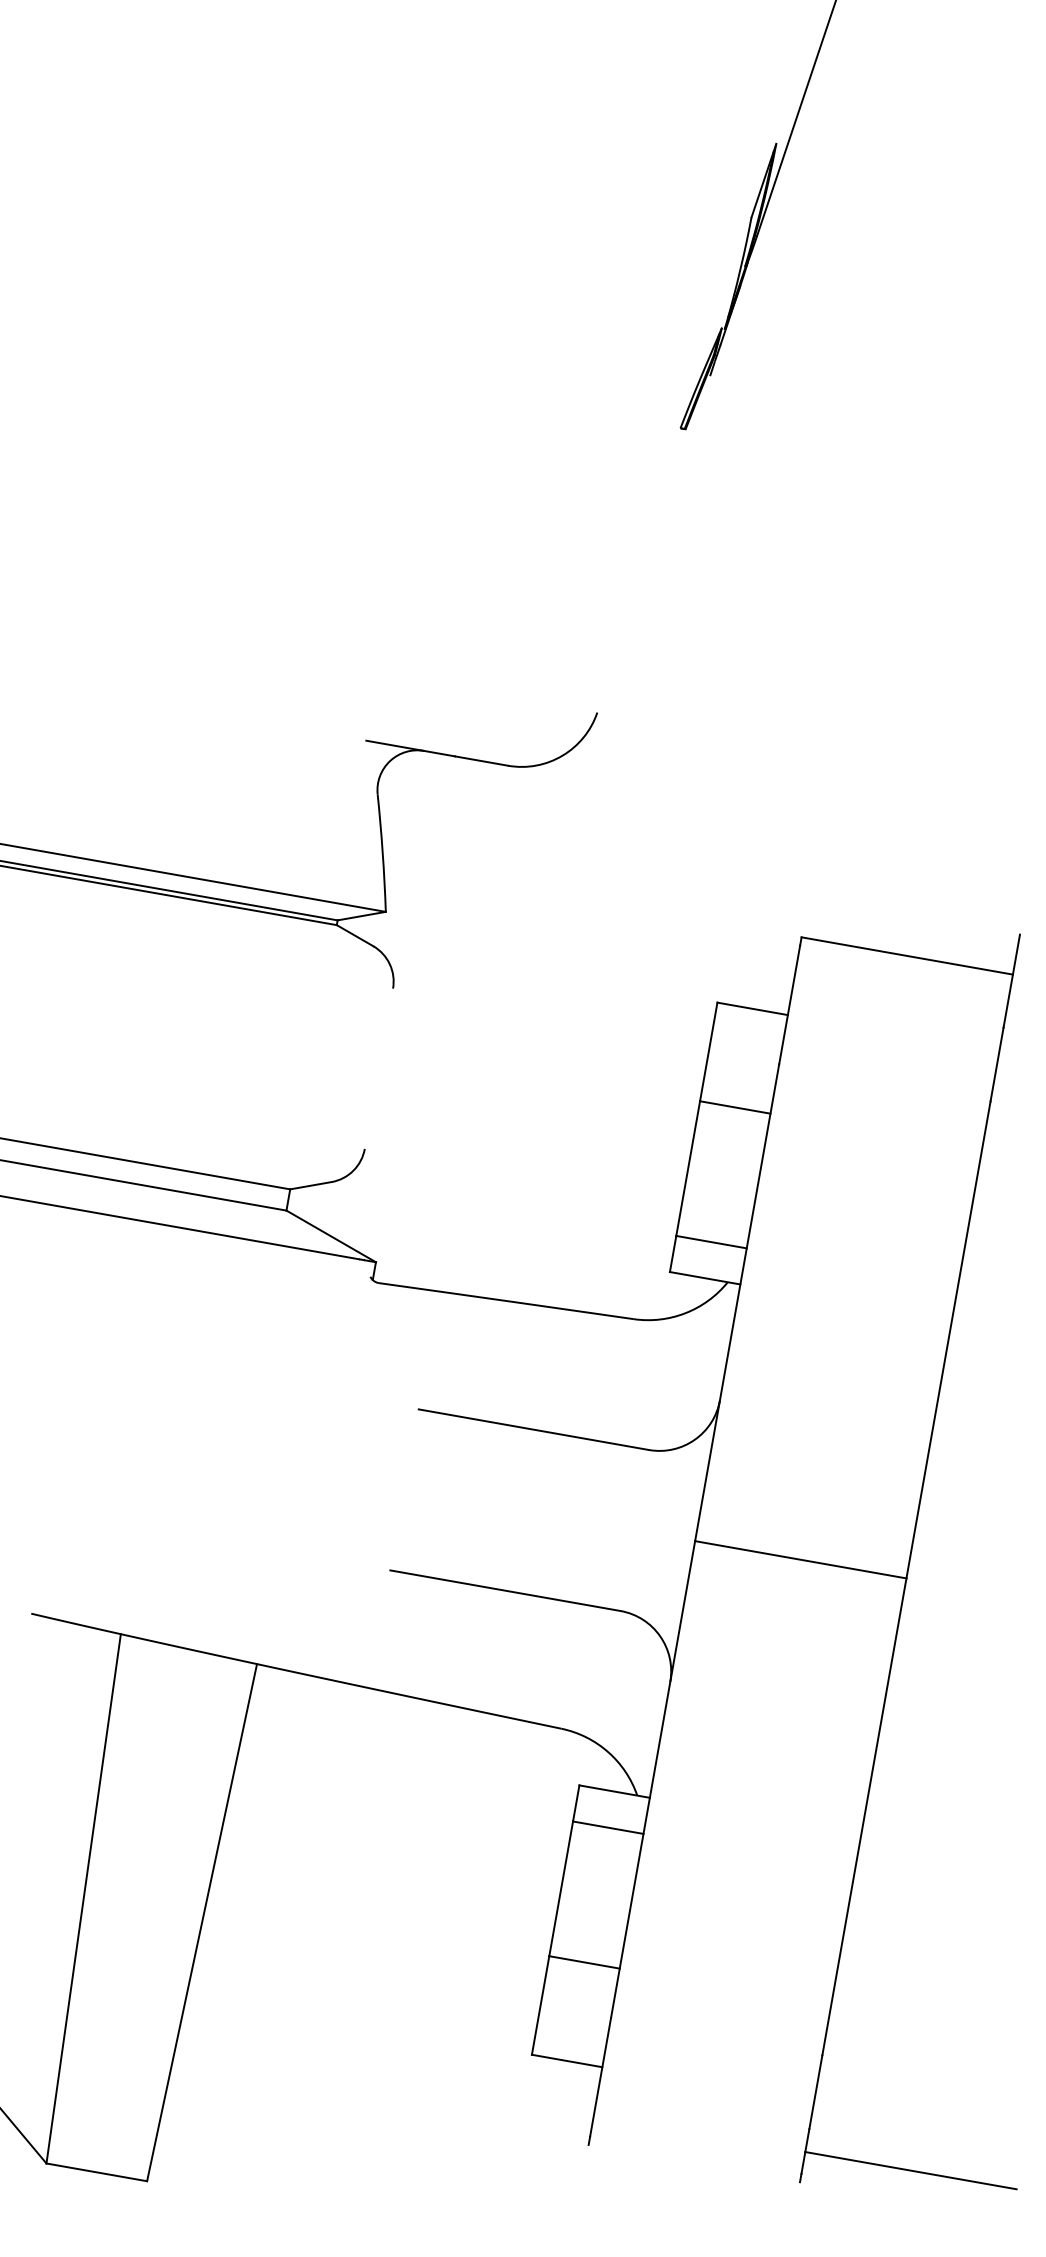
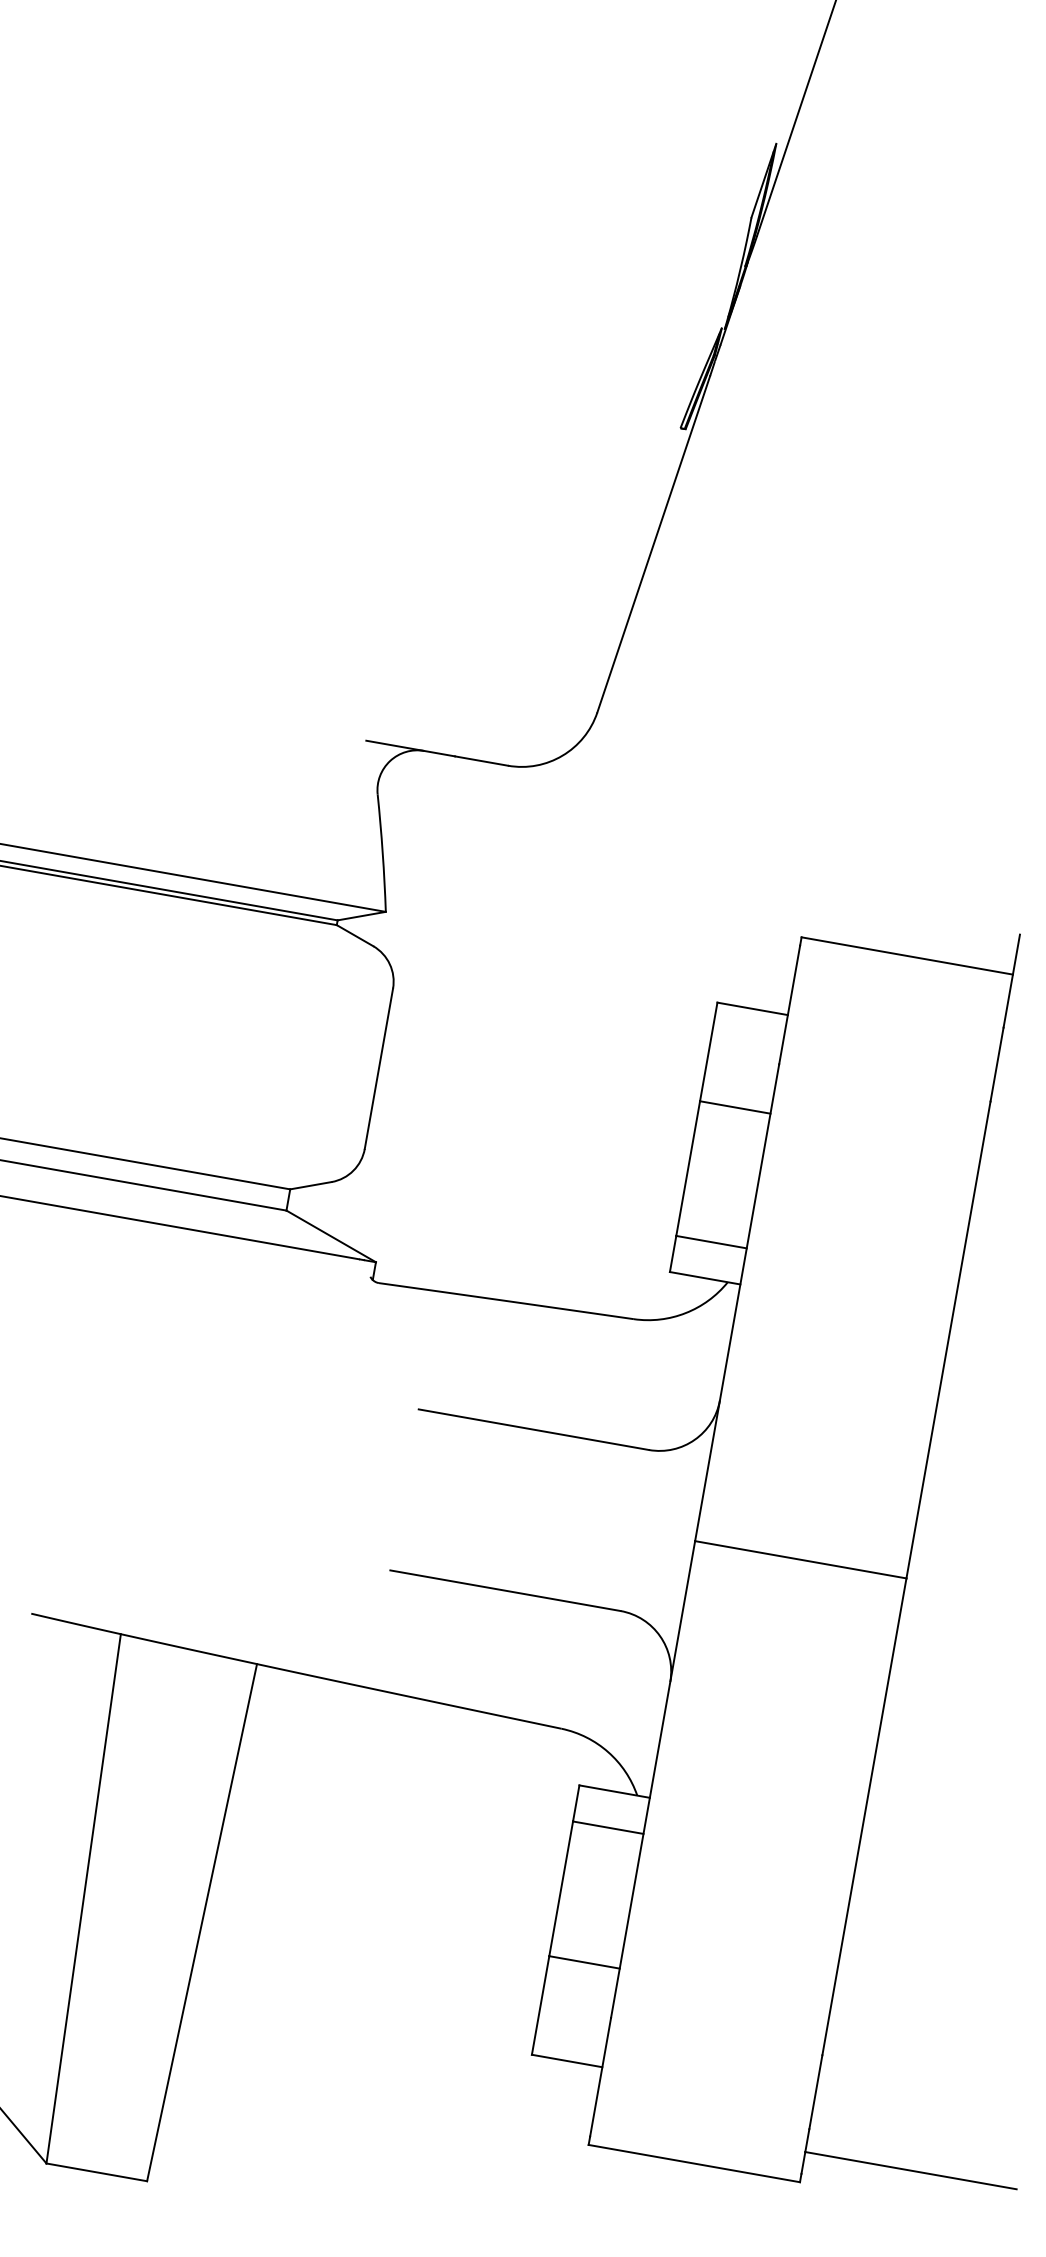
line at (653, 544): none -> present
line at (378, 1068): none -> present
line at (693, 2163): none -> present
